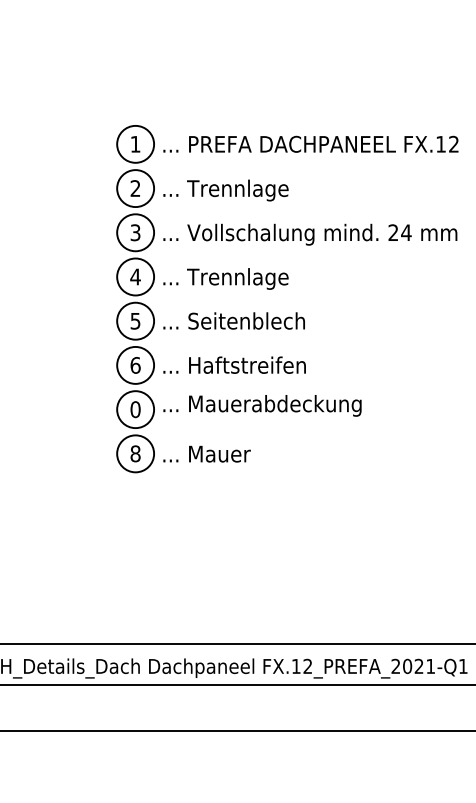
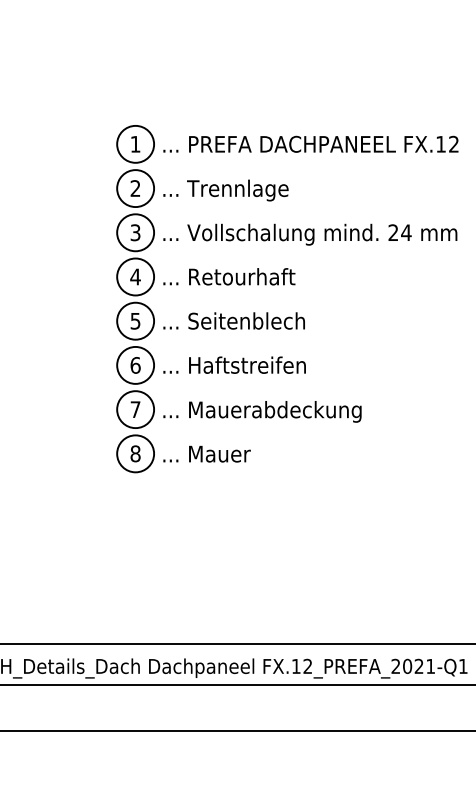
text at (241, 278): ... Trennlage -> ... Retourhaft
text at (262, 405) position: (262, 405) -> (262, 411)
text at (135, 409): 0 -> 7
